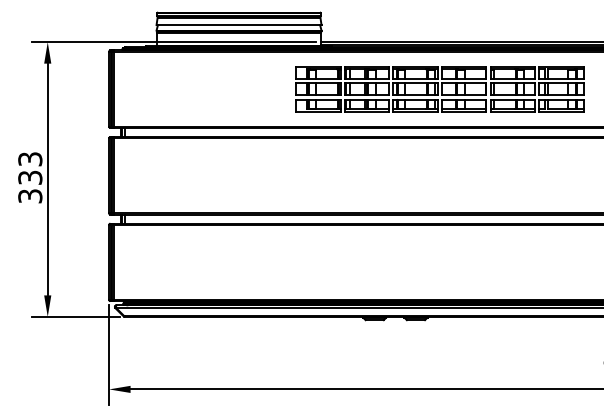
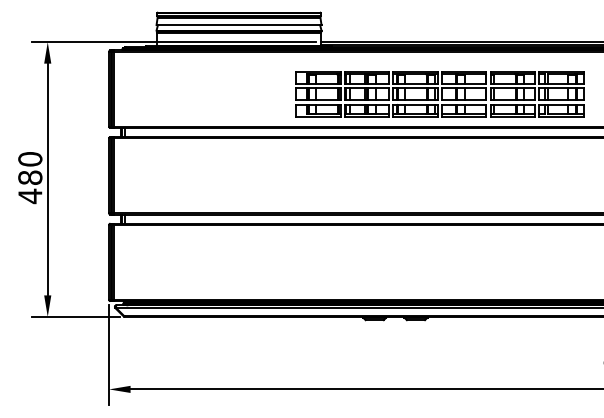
part at (439, 89) position: (439, 89) -> (439, 94)
text at (30, 178): 333 -> 480
